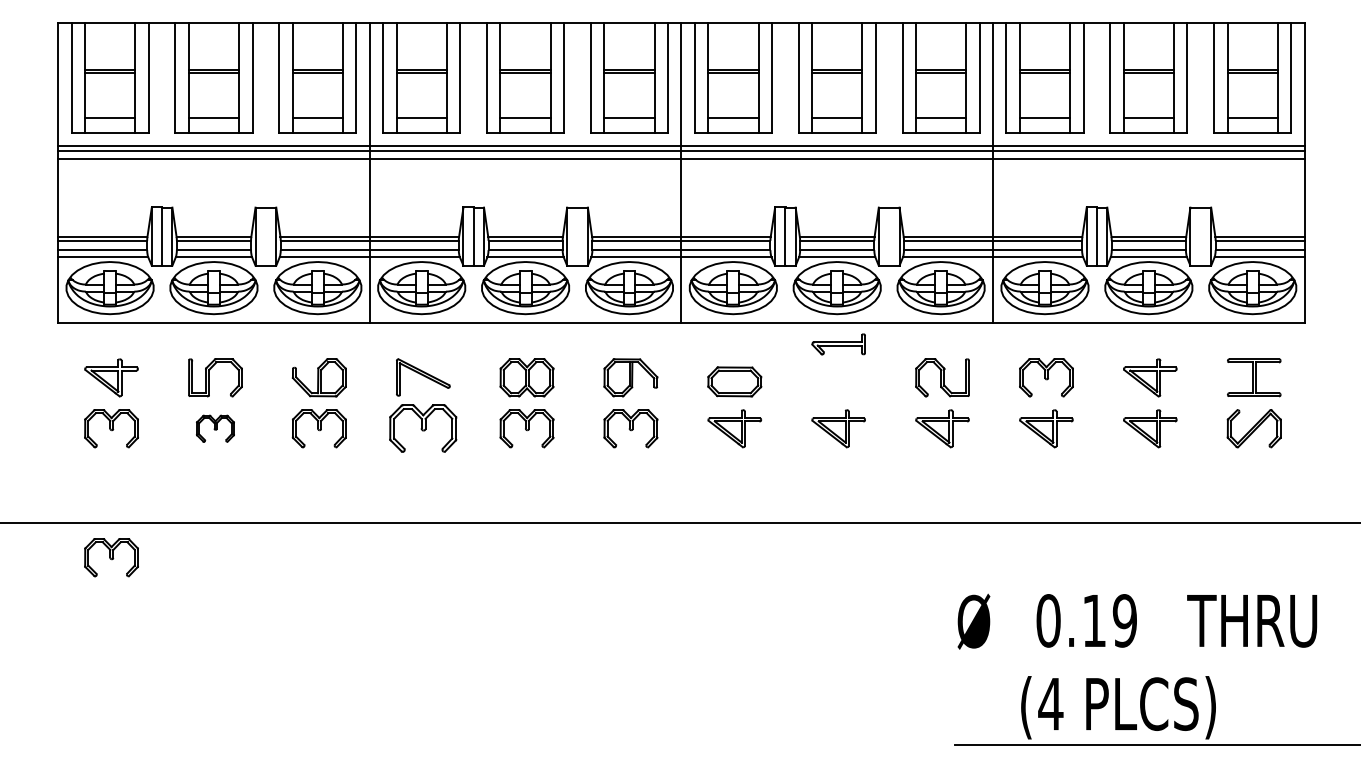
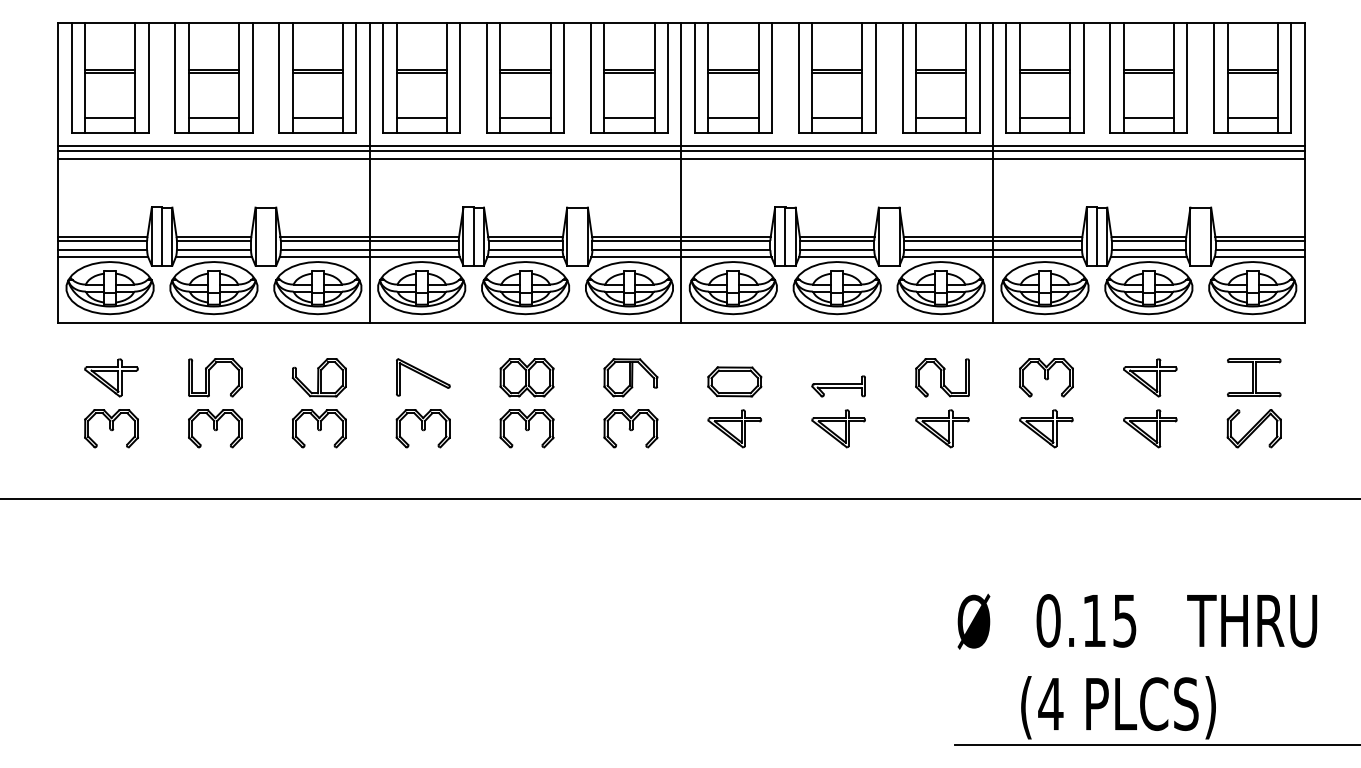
part at (838, 344) position: (838, 344) -> (838, 386)
part at (215, 428) size: 39x29 px -> 55x40 px
part at (423, 428) size: 69x49 px -> 56x40 px
line at (679, 523) position: (679, 523) -> (679, 499)
part at (111, 557): present -> none
text at (1124, 620): 0.19 -> 0.15
